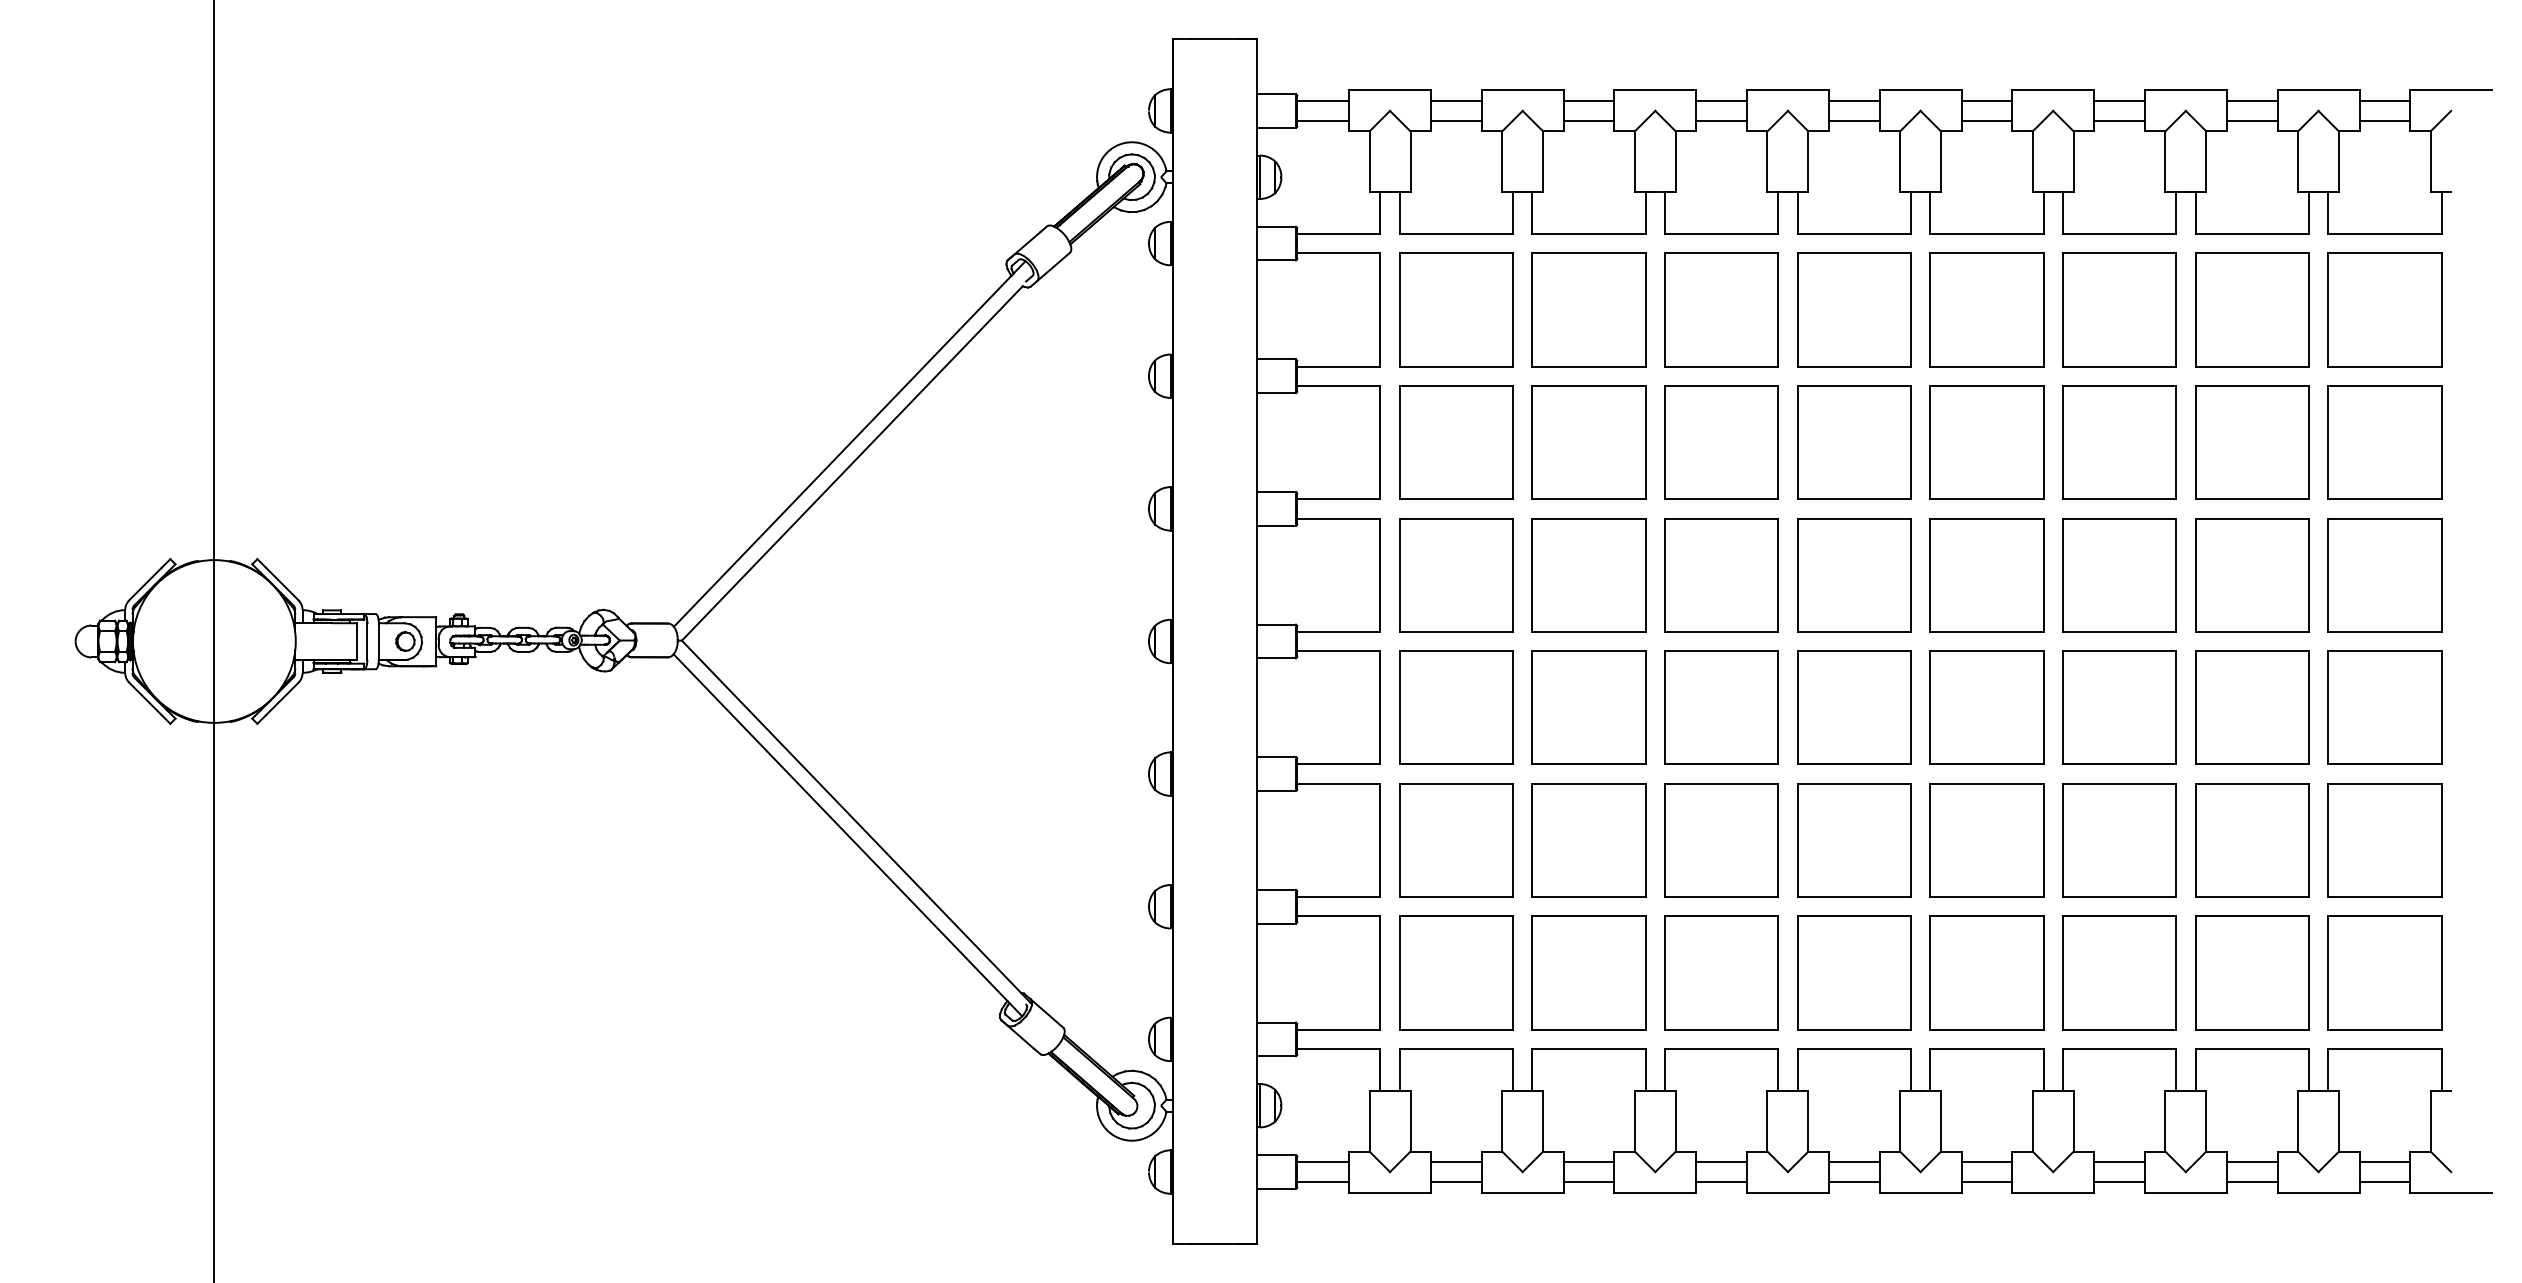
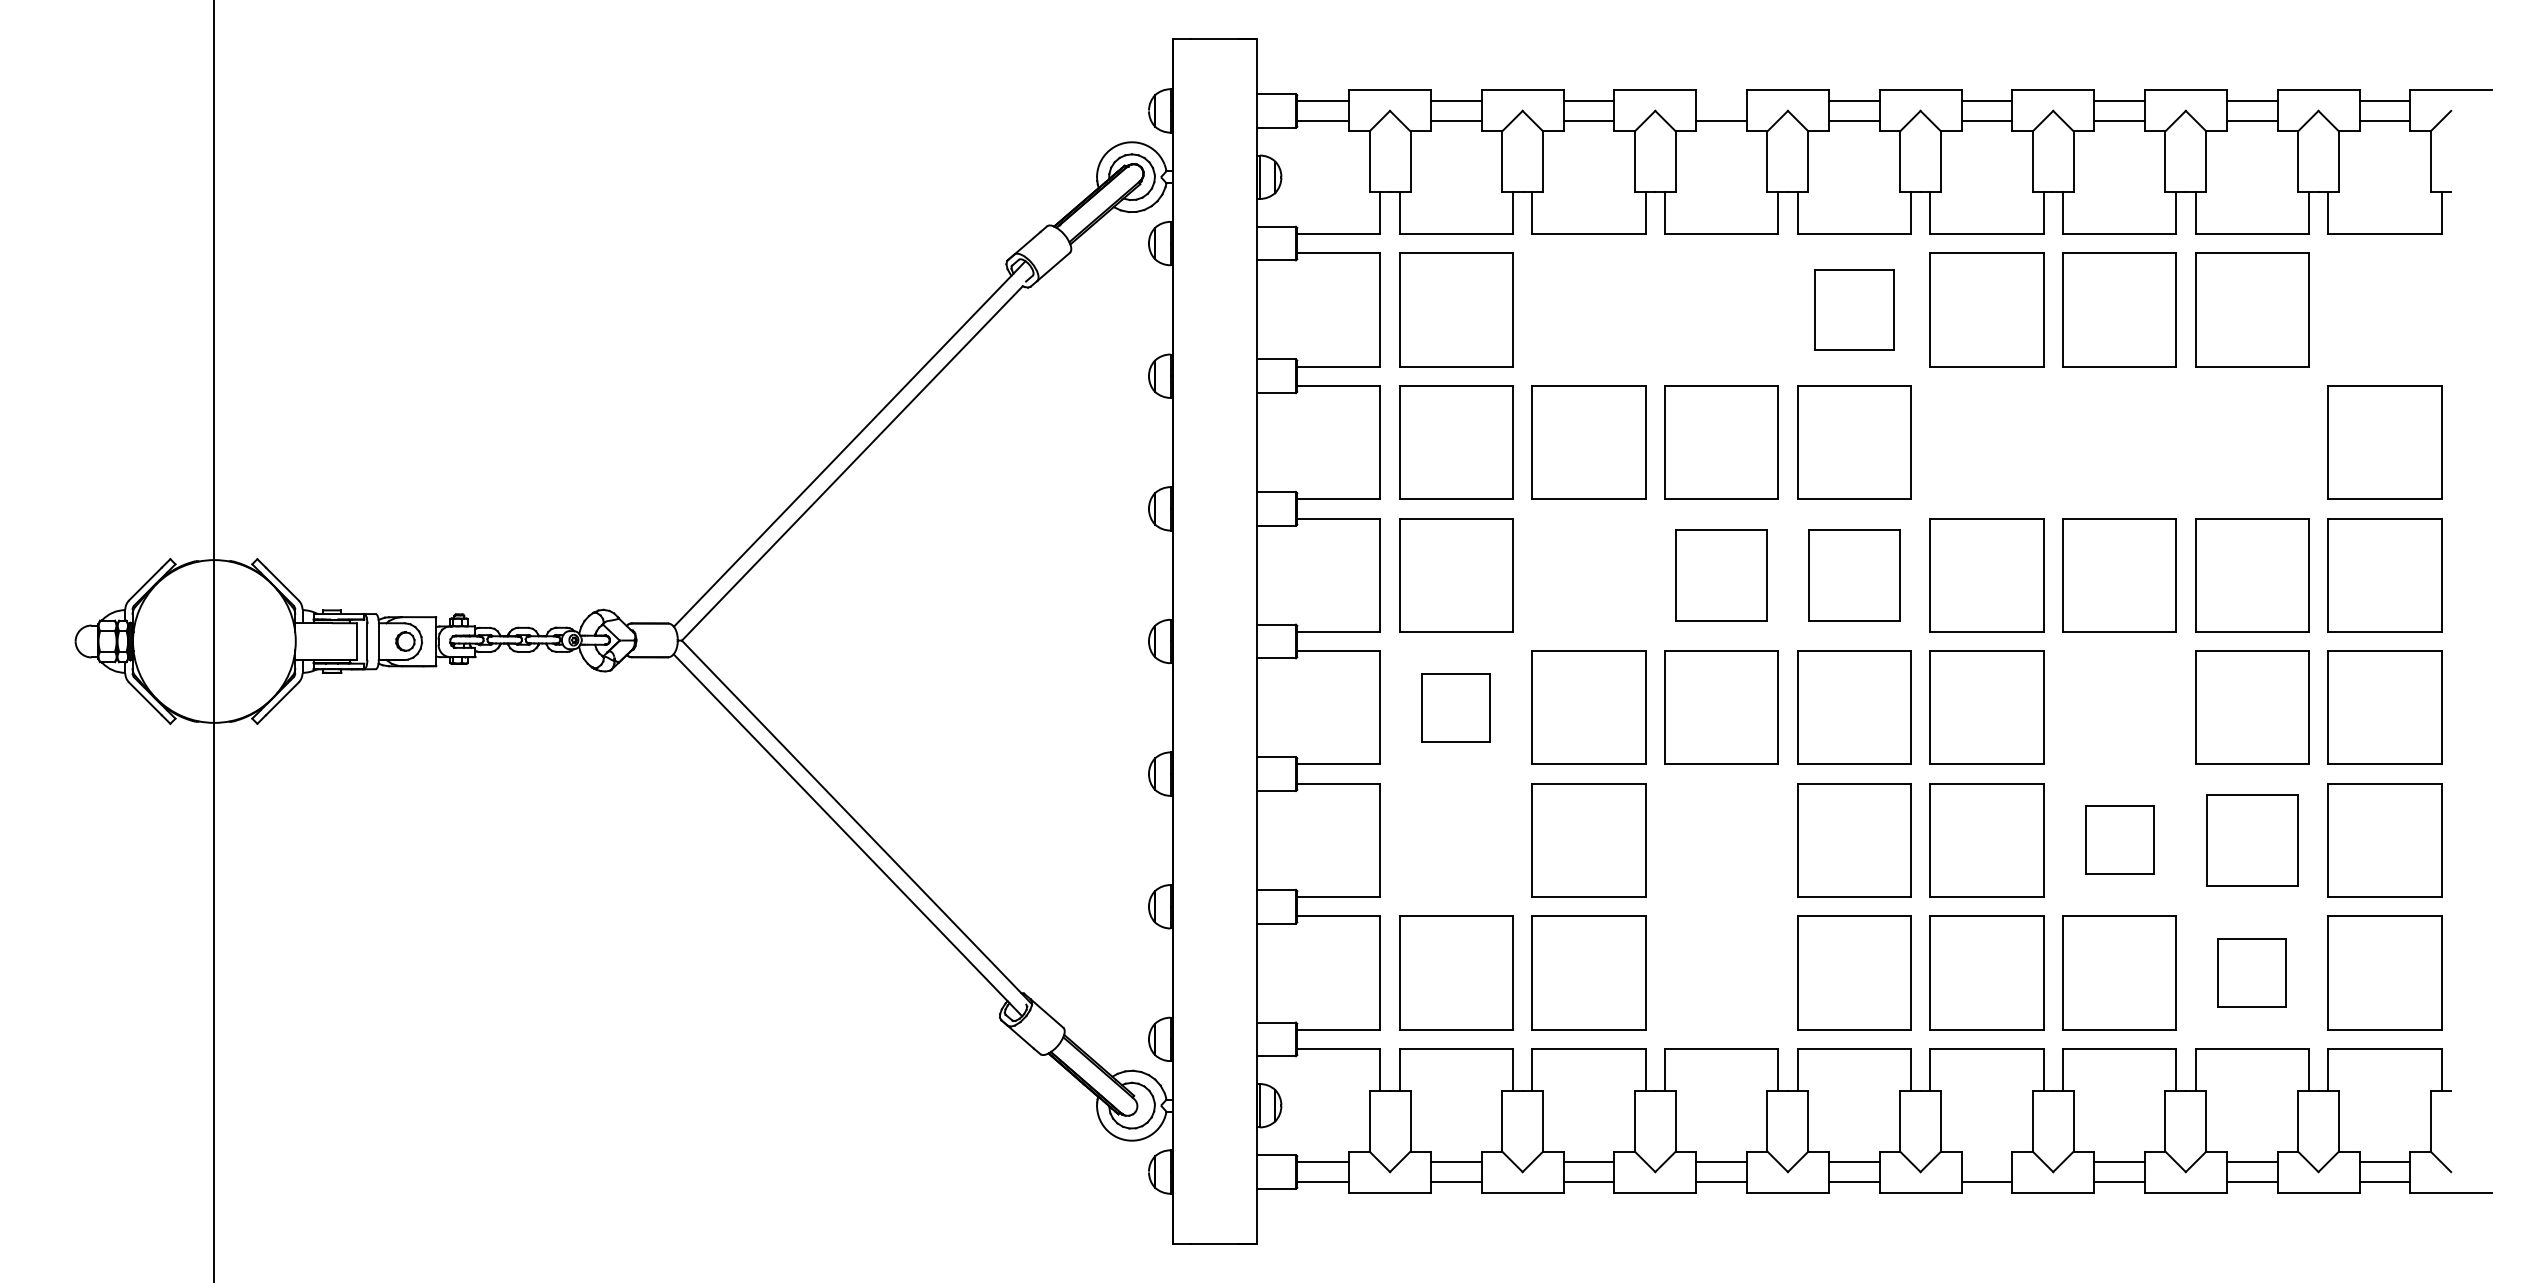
line at (1721, 101): present -> none
part at (1588, 309): present -> none
part at (1721, 309): present -> none
part at (1854, 309) size: 115x116 px -> 81x82 px
part at (2384, 309): present -> none
part at (1986, 442): present -> none
part at (2119, 442): present -> none
part at (2252, 442): present -> none
part at (1588, 575): present -> none
part at (1721, 575) size: 115x115 px -> 93x93 px
part at (1854, 575) size: 115x115 px -> 93x93 px
part at (1456, 707) size: 115x115 px -> 70x70 px
part at (2119, 707): present -> none
part at (1456, 840): present -> none
part at (1721, 840): present -> none
part at (2119, 840) size: 115x115 px -> 70x70 px
part at (2252, 840) size: 115x115 px -> 93x93 px
part at (1721, 972): present -> none
part at (2252, 972) size: 115x116 px -> 70x70 px
line at (1986, 1162): present -> none
